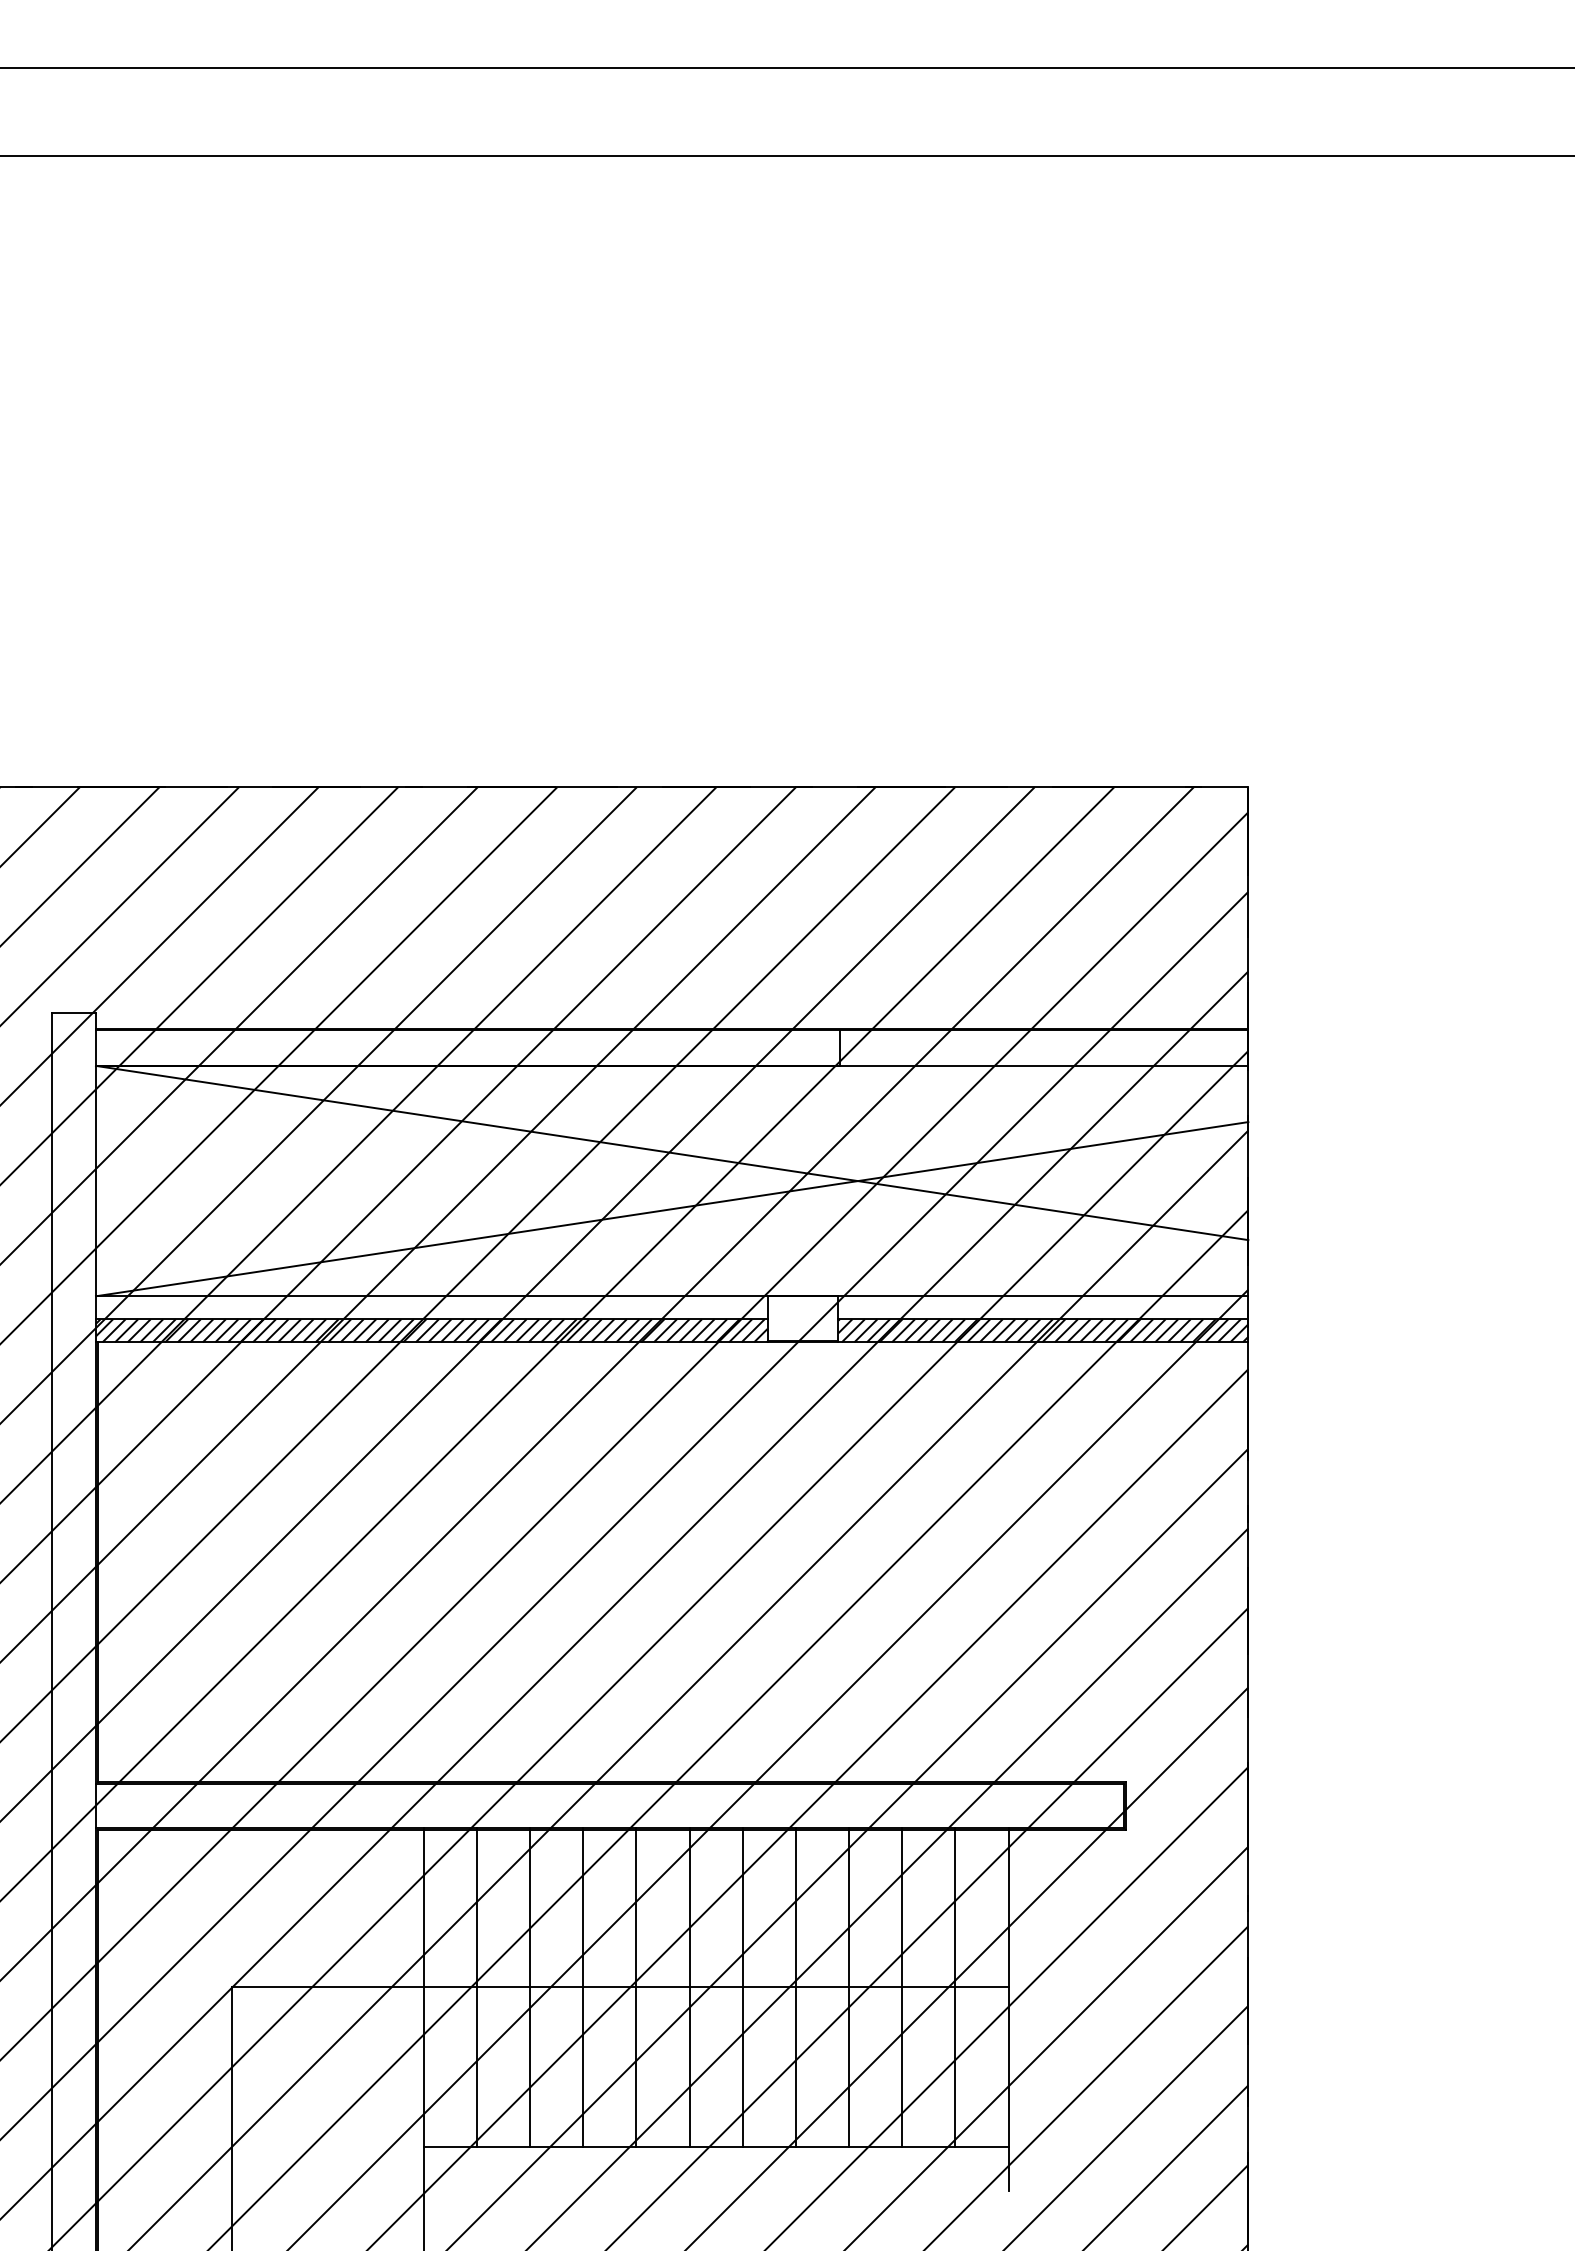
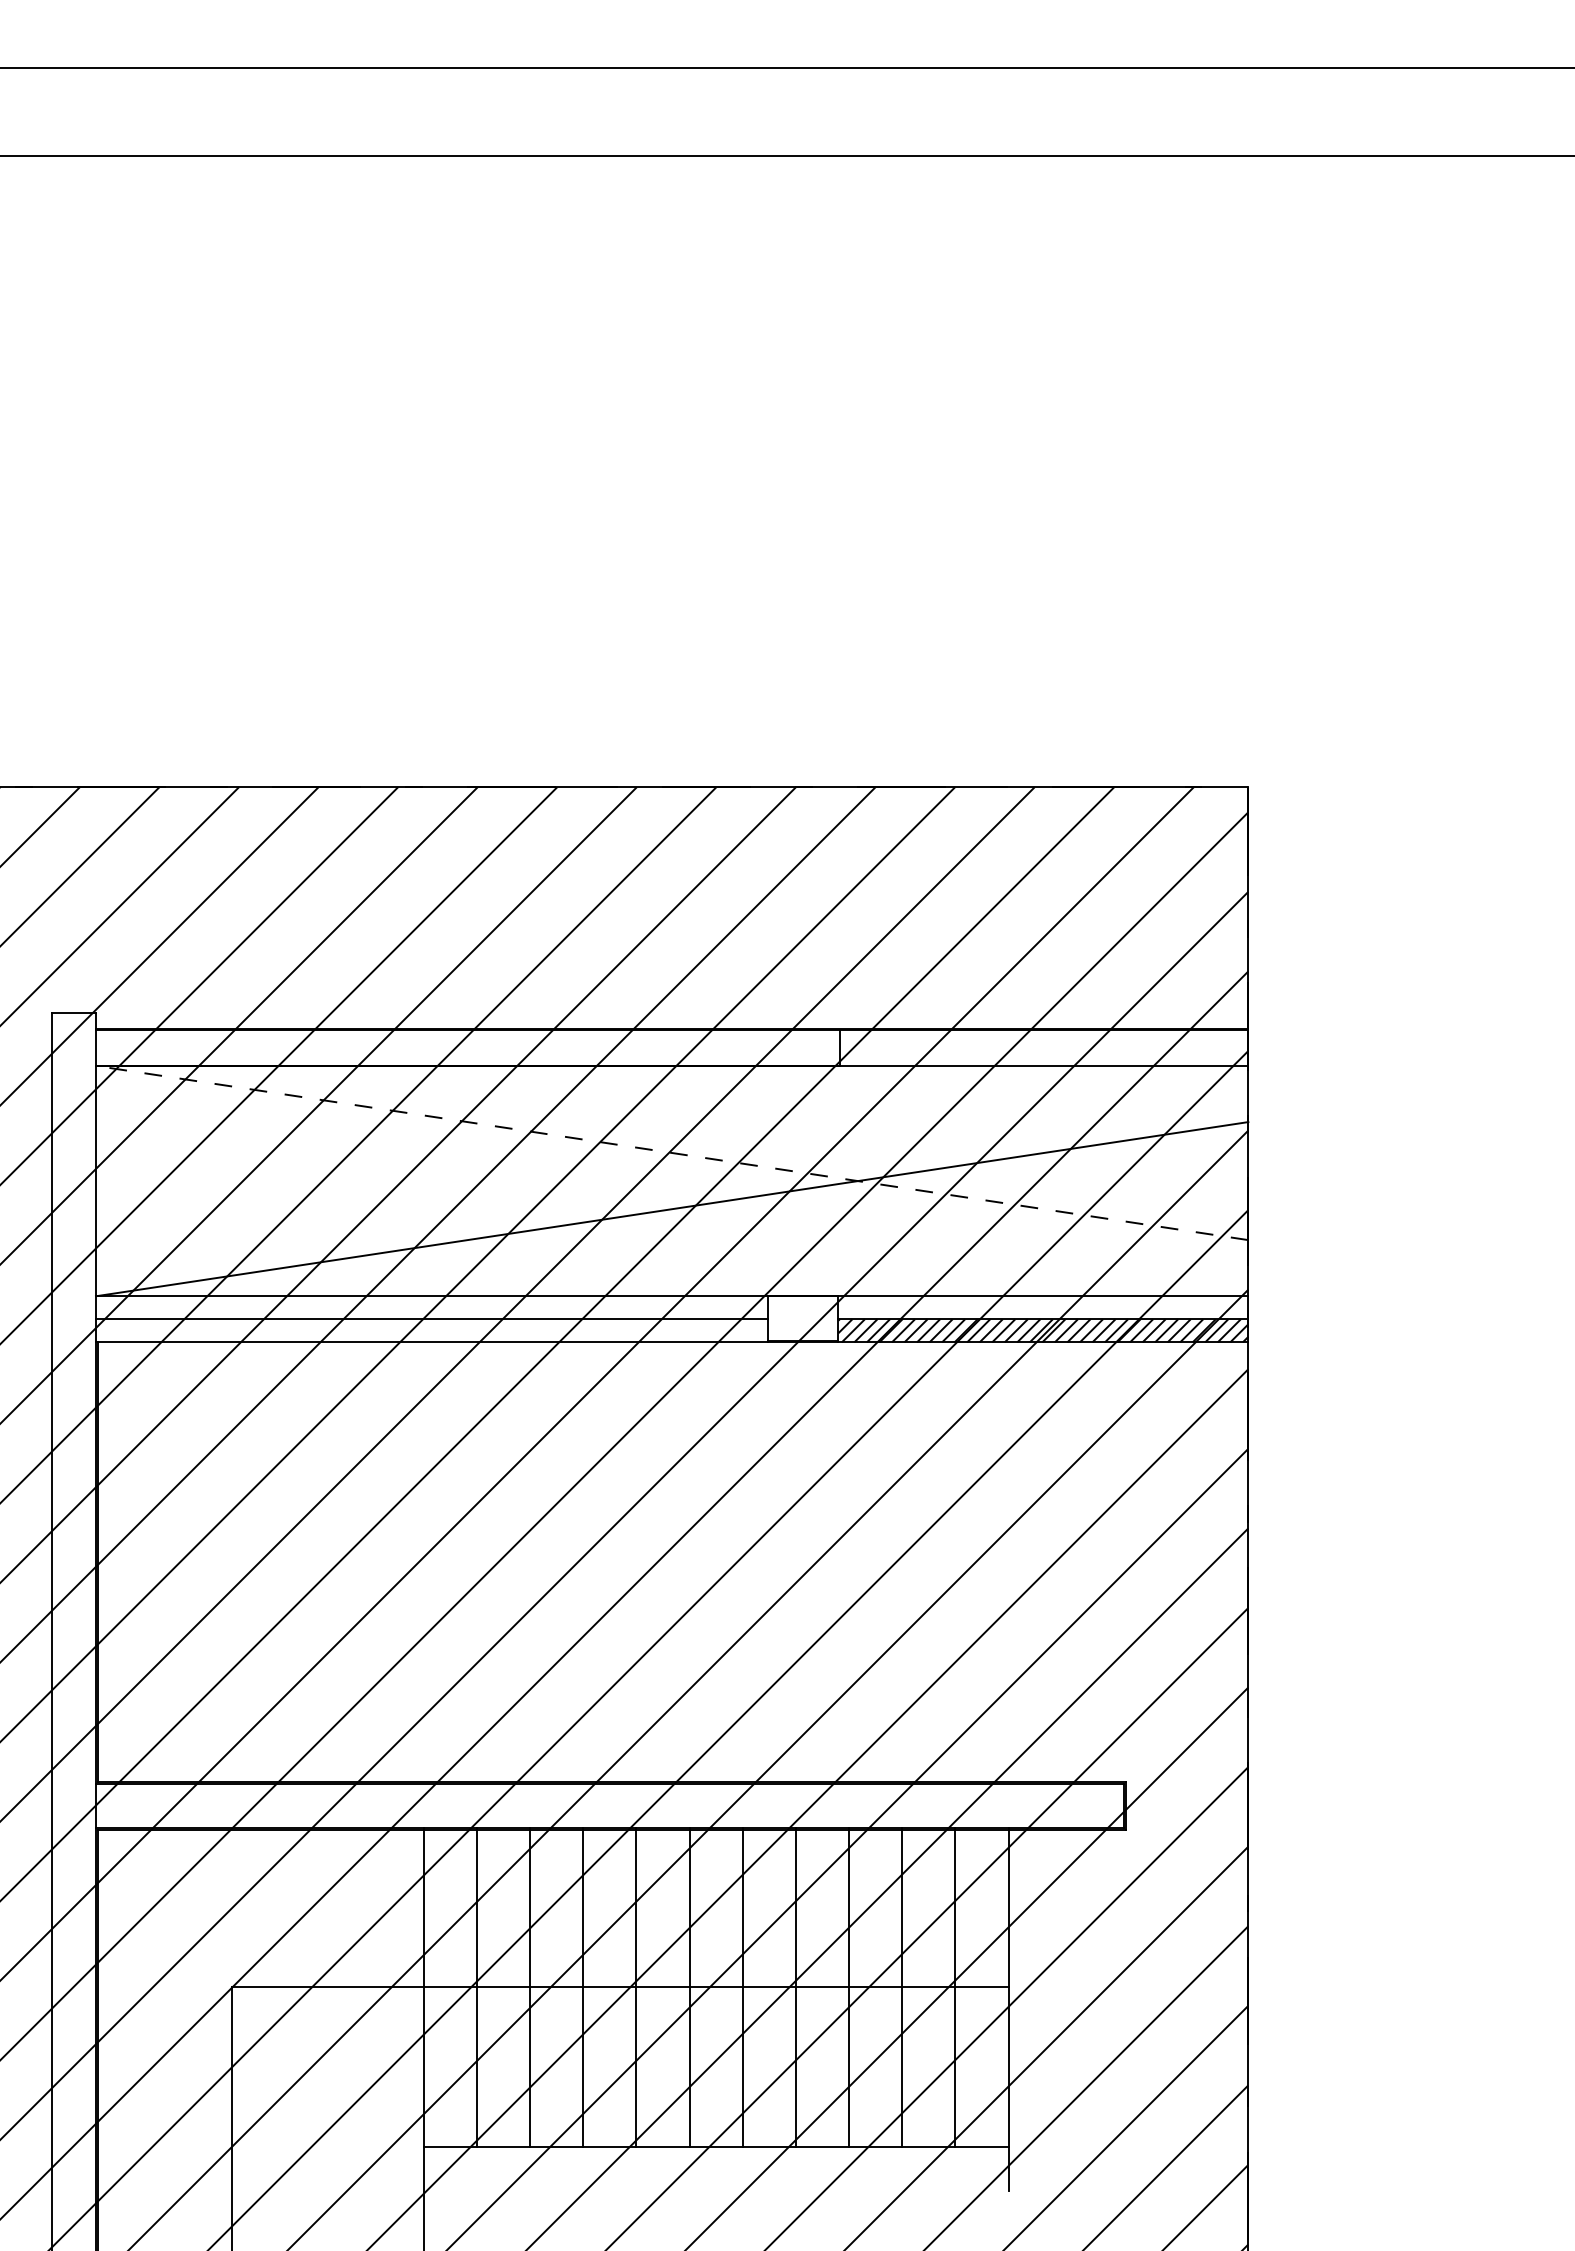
line at (672, 1153): solid -> dashed
hatch at (431, 1330): present -> none
